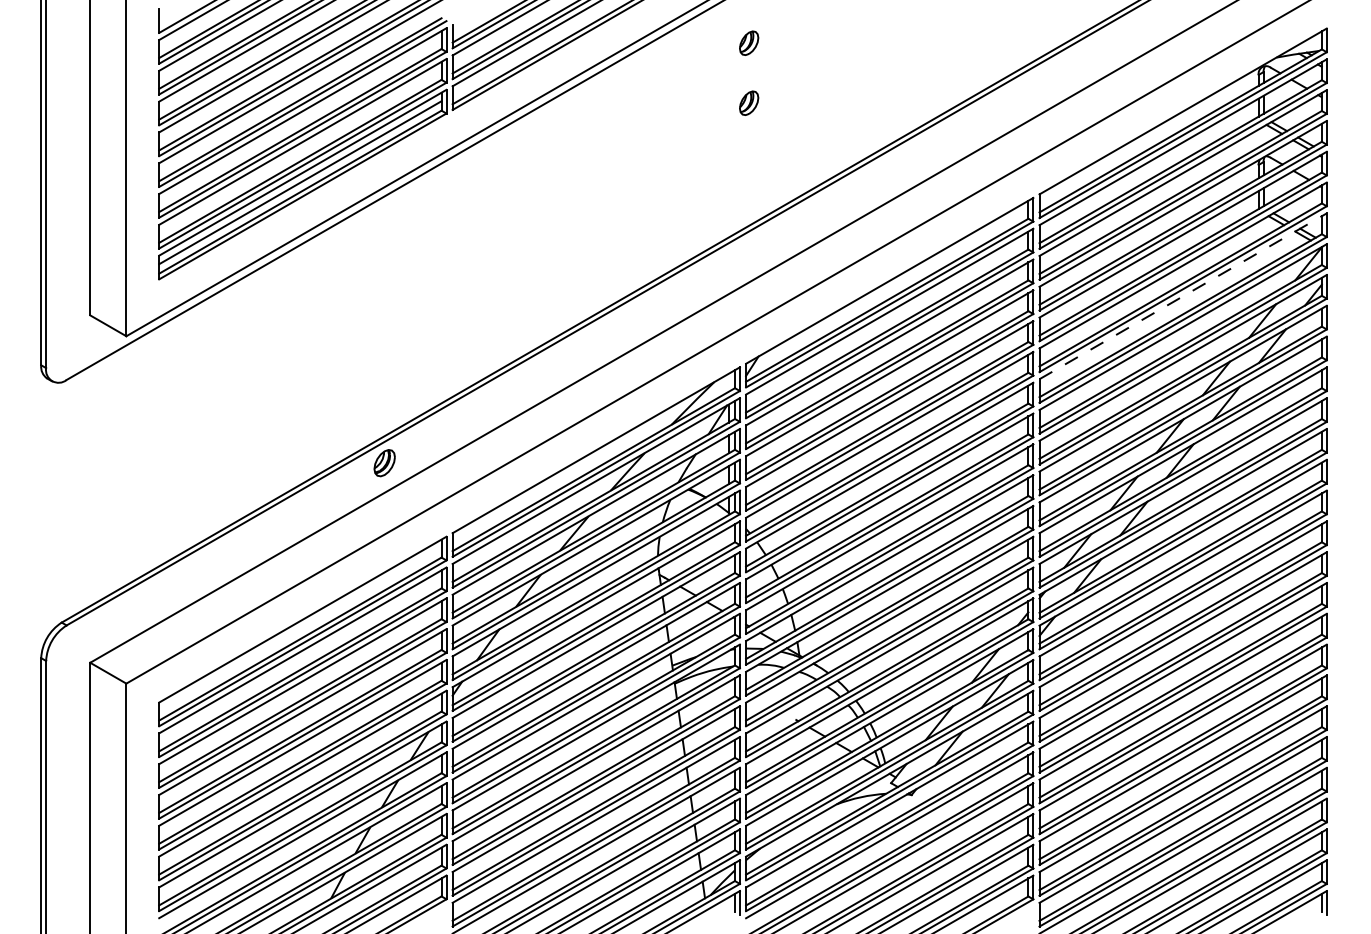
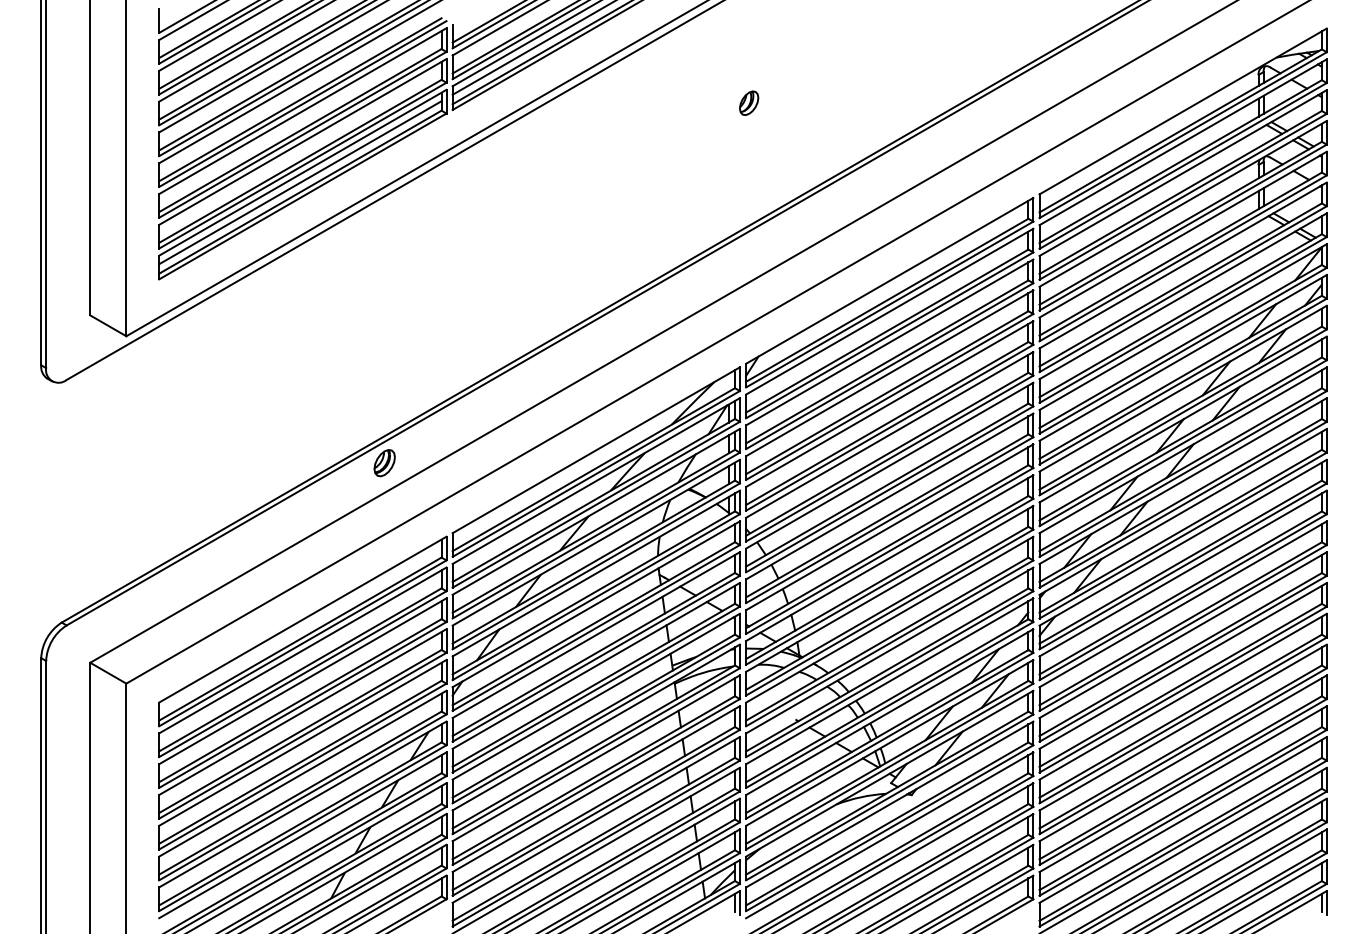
part at (749, 42): present -> none
line at (532, 48): none -> present
line at (1183, 296): dashed -> solid
